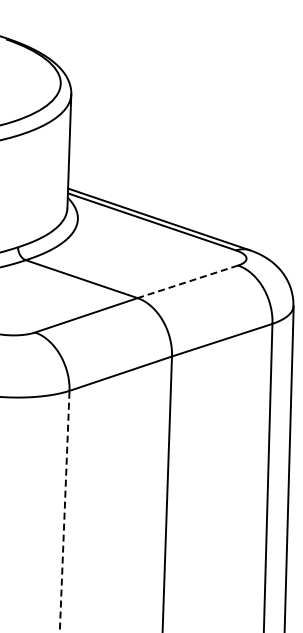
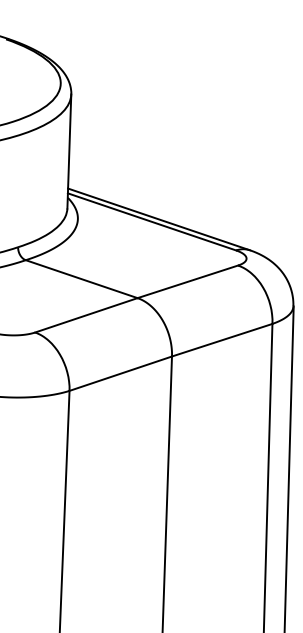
line at (187, 281): dashed -> solid
line at (64, 511): dashed -> solid
